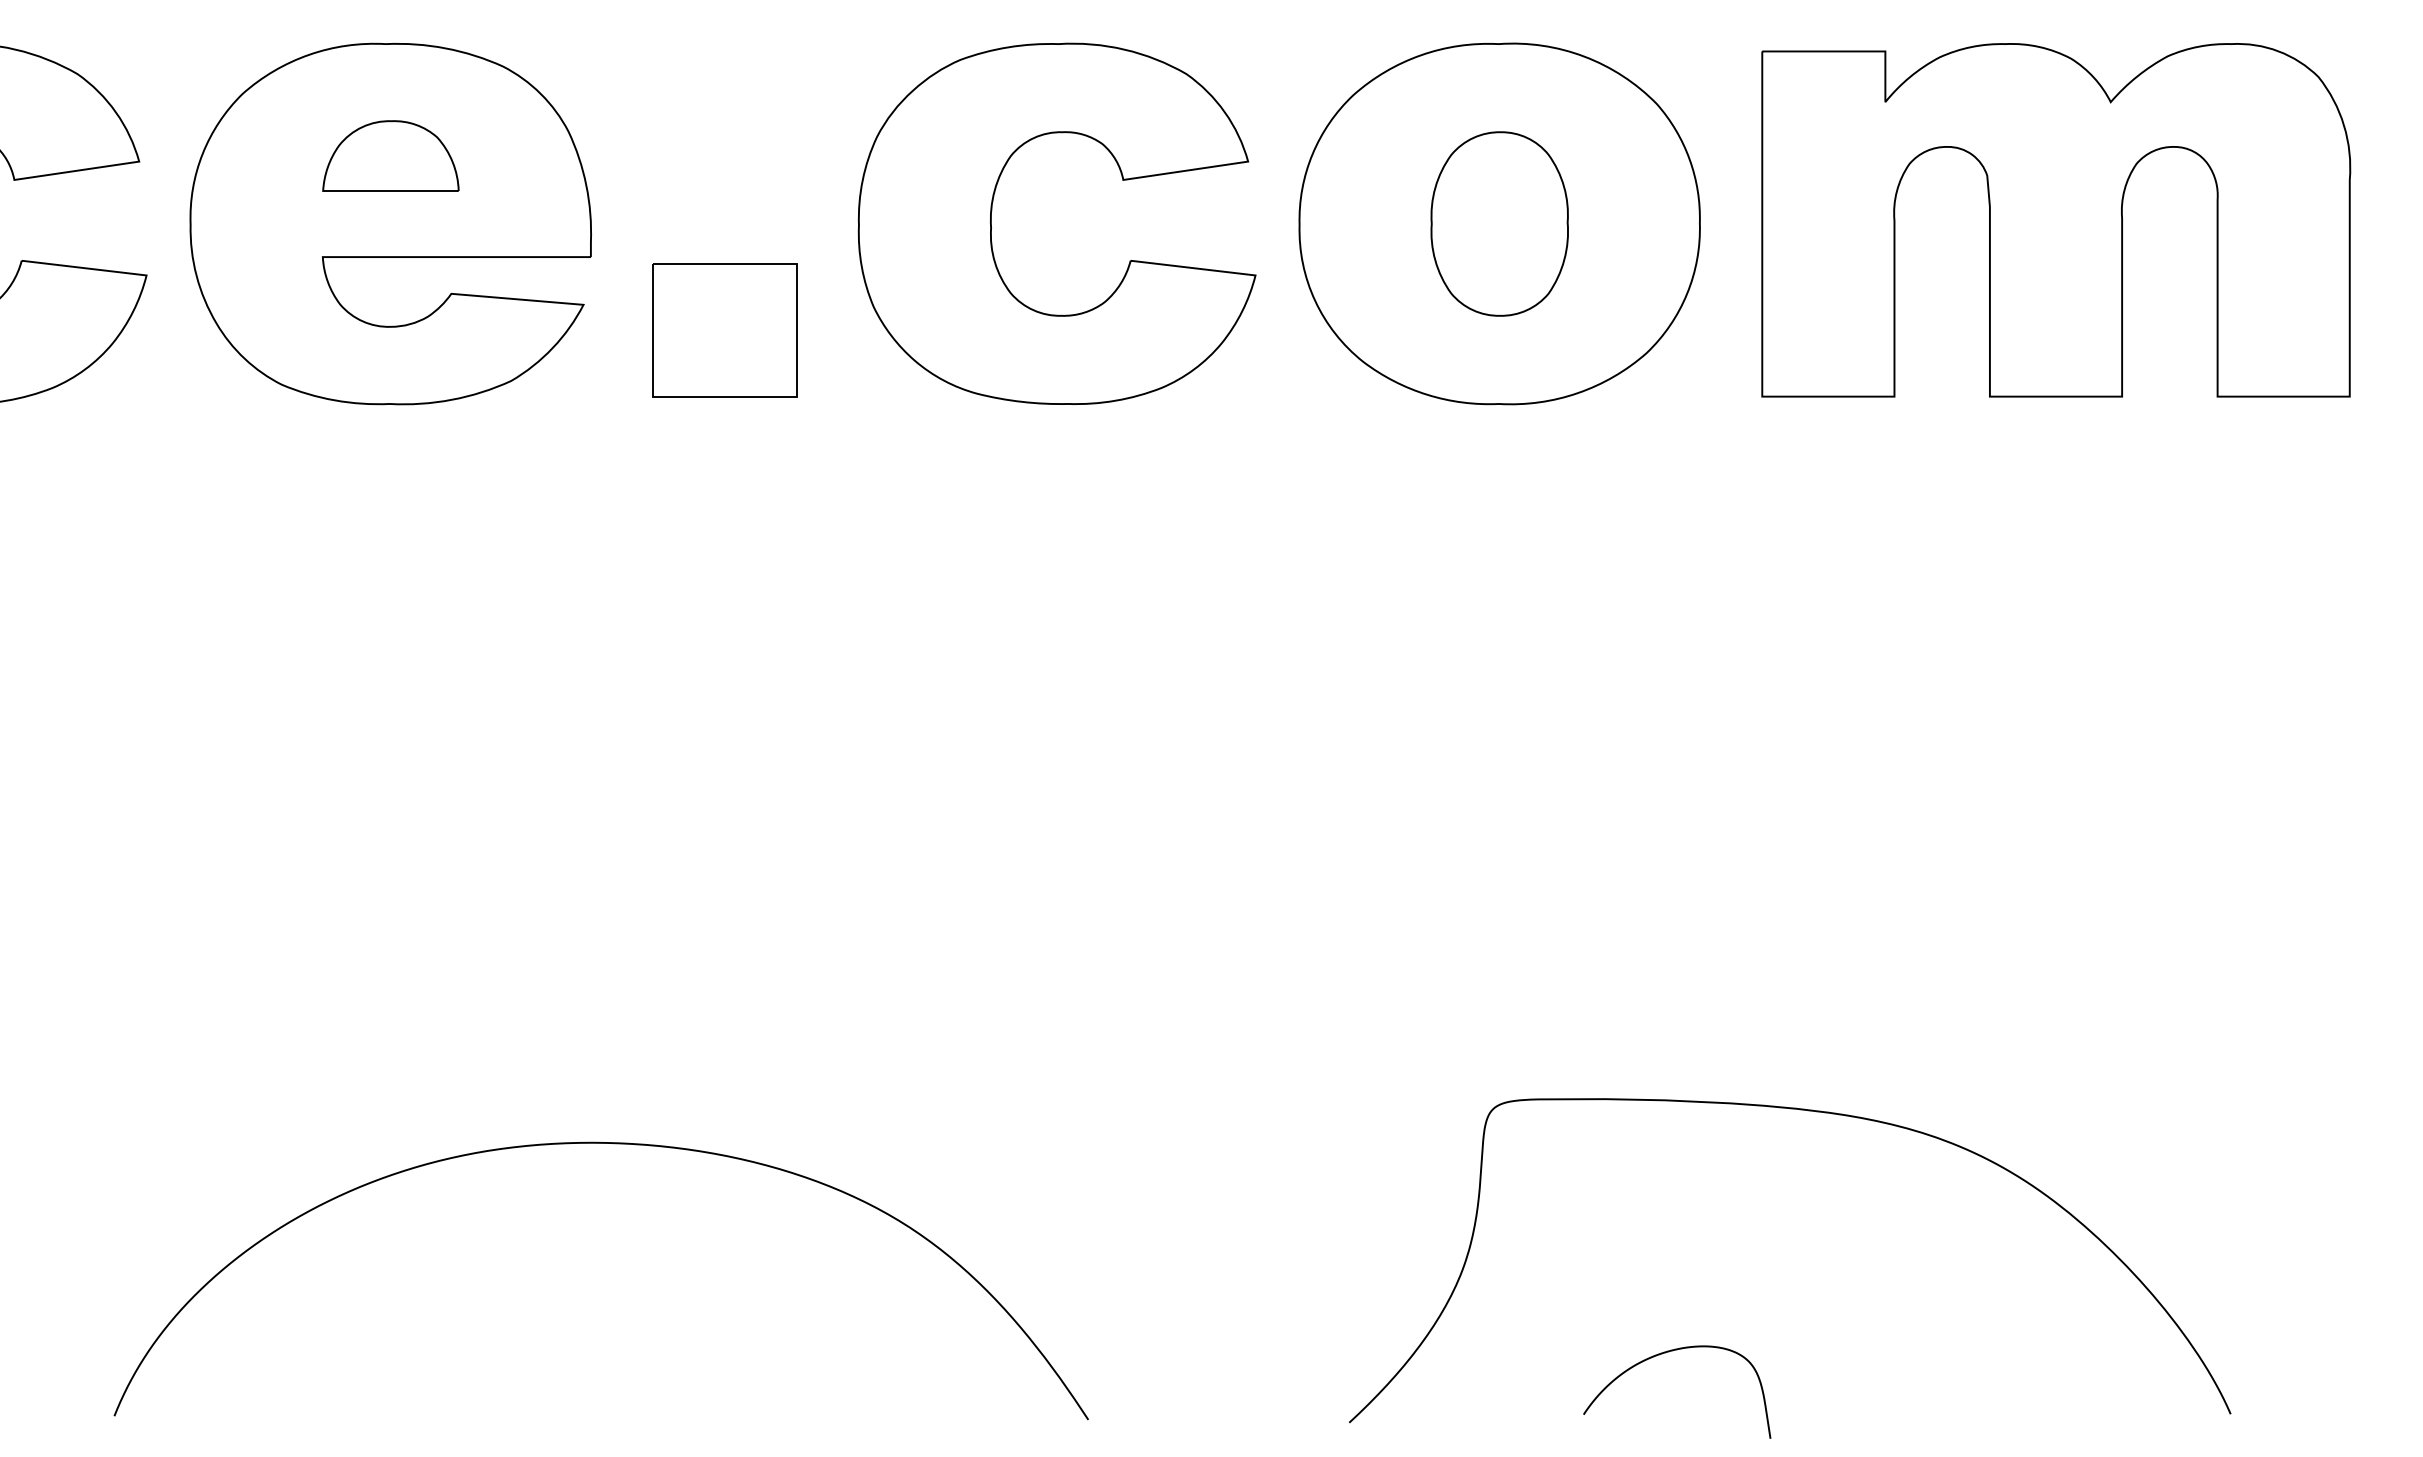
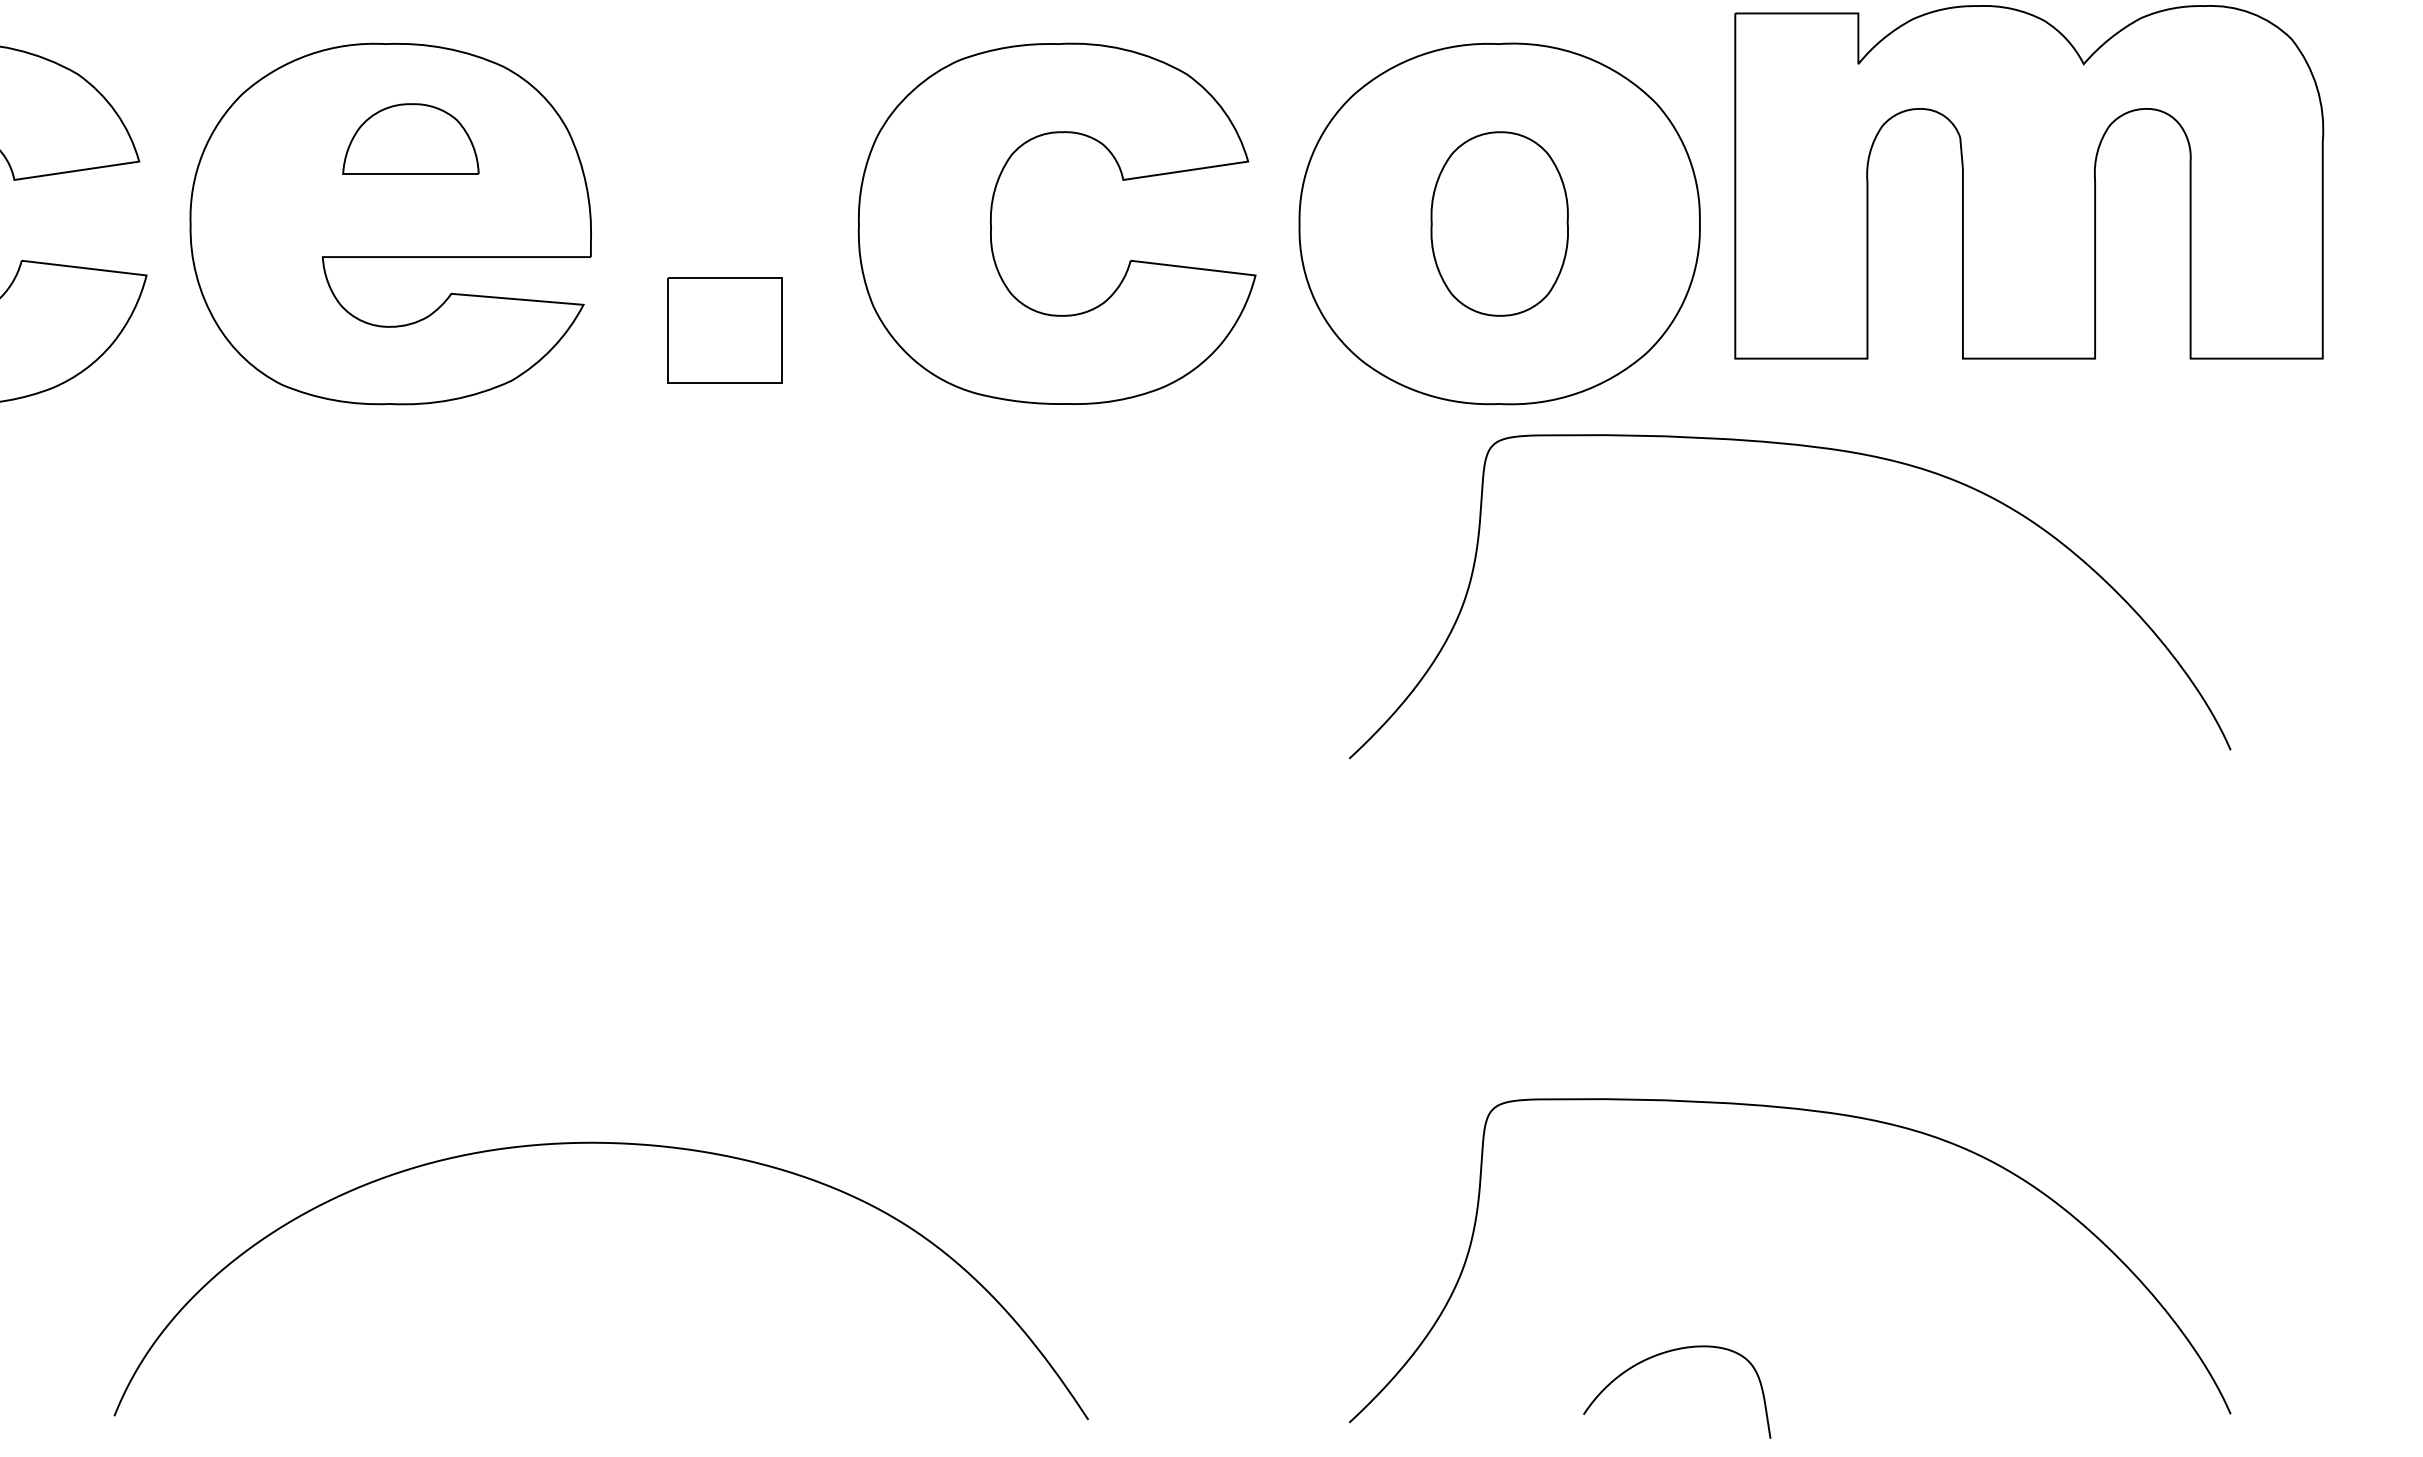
part at (390, 155) position: (390, 155) -> (410, 138)
part at (2056, 220) position: (2056, 220) -> (2029, 182)
part at (724, 330) size: 146x135 px -> 116x107 px
curve at (1808, 447): none -> present
